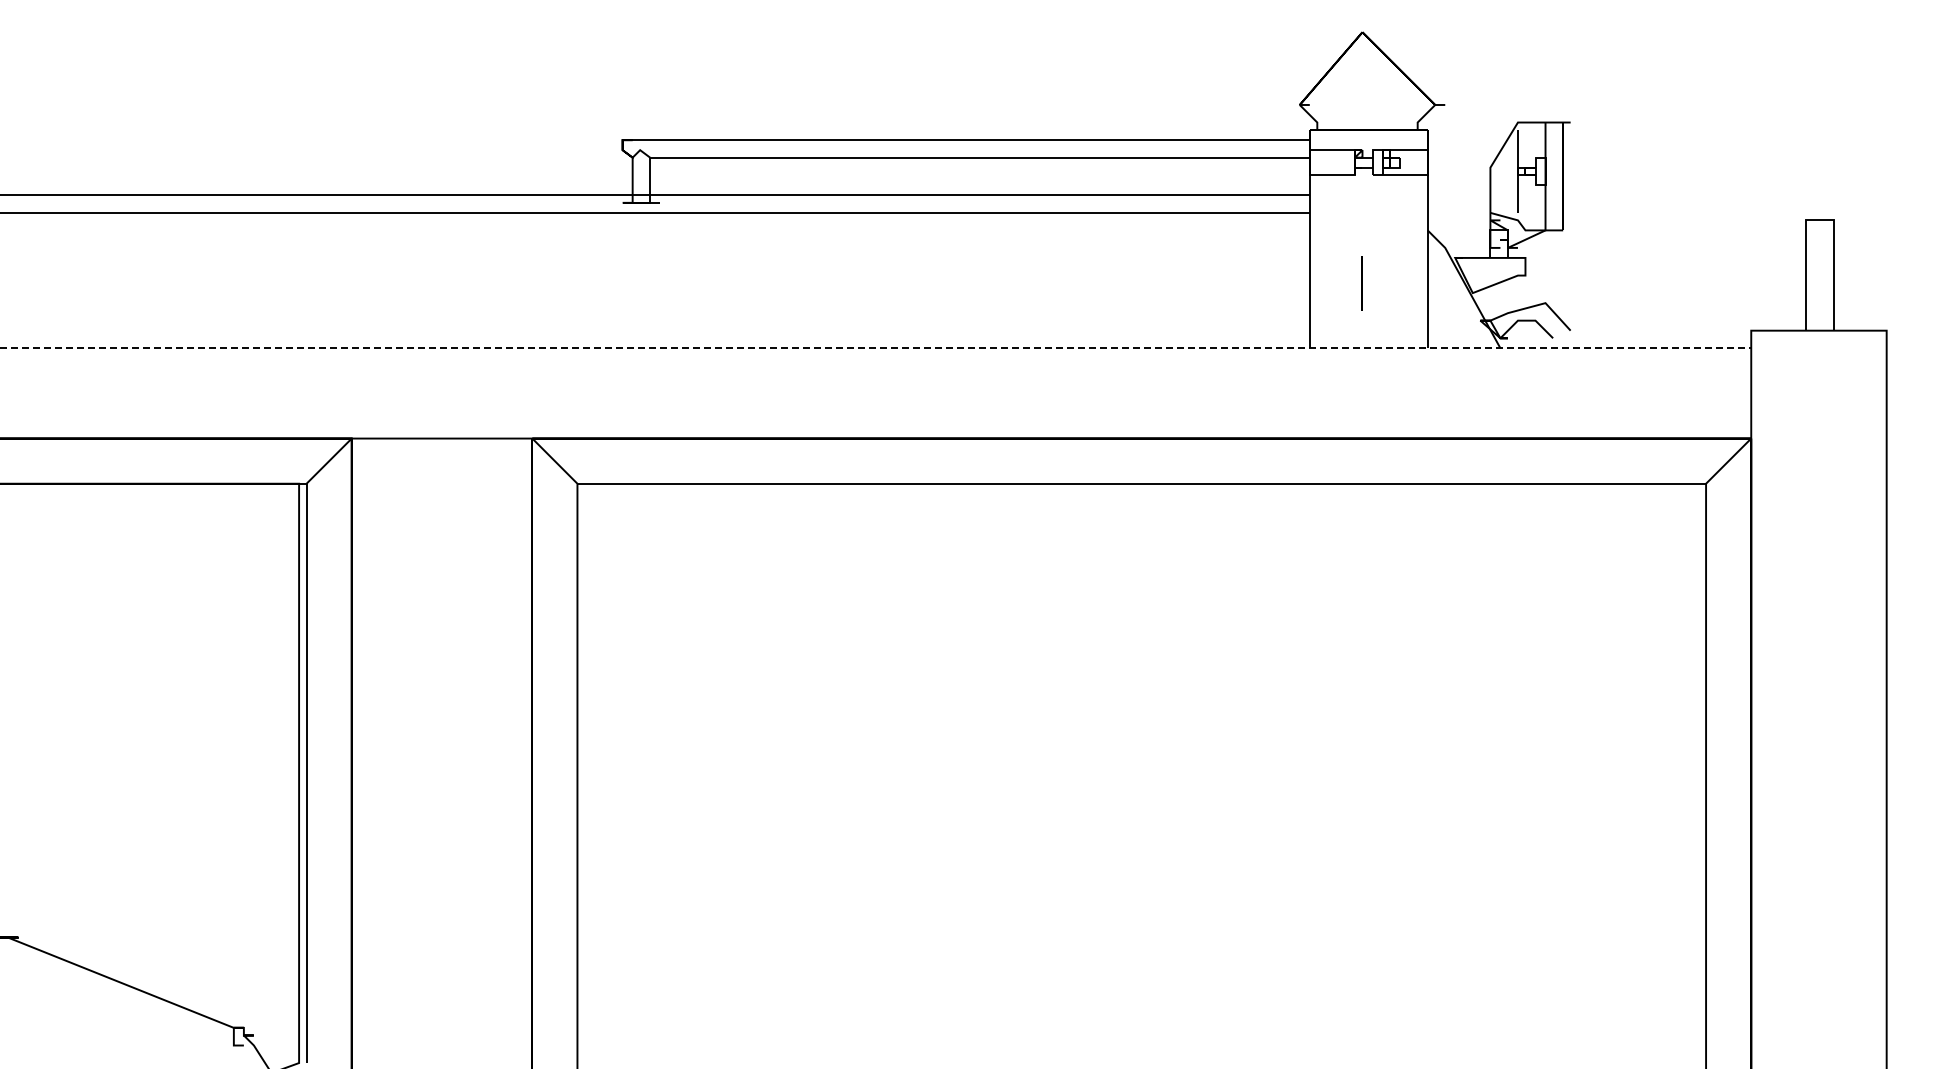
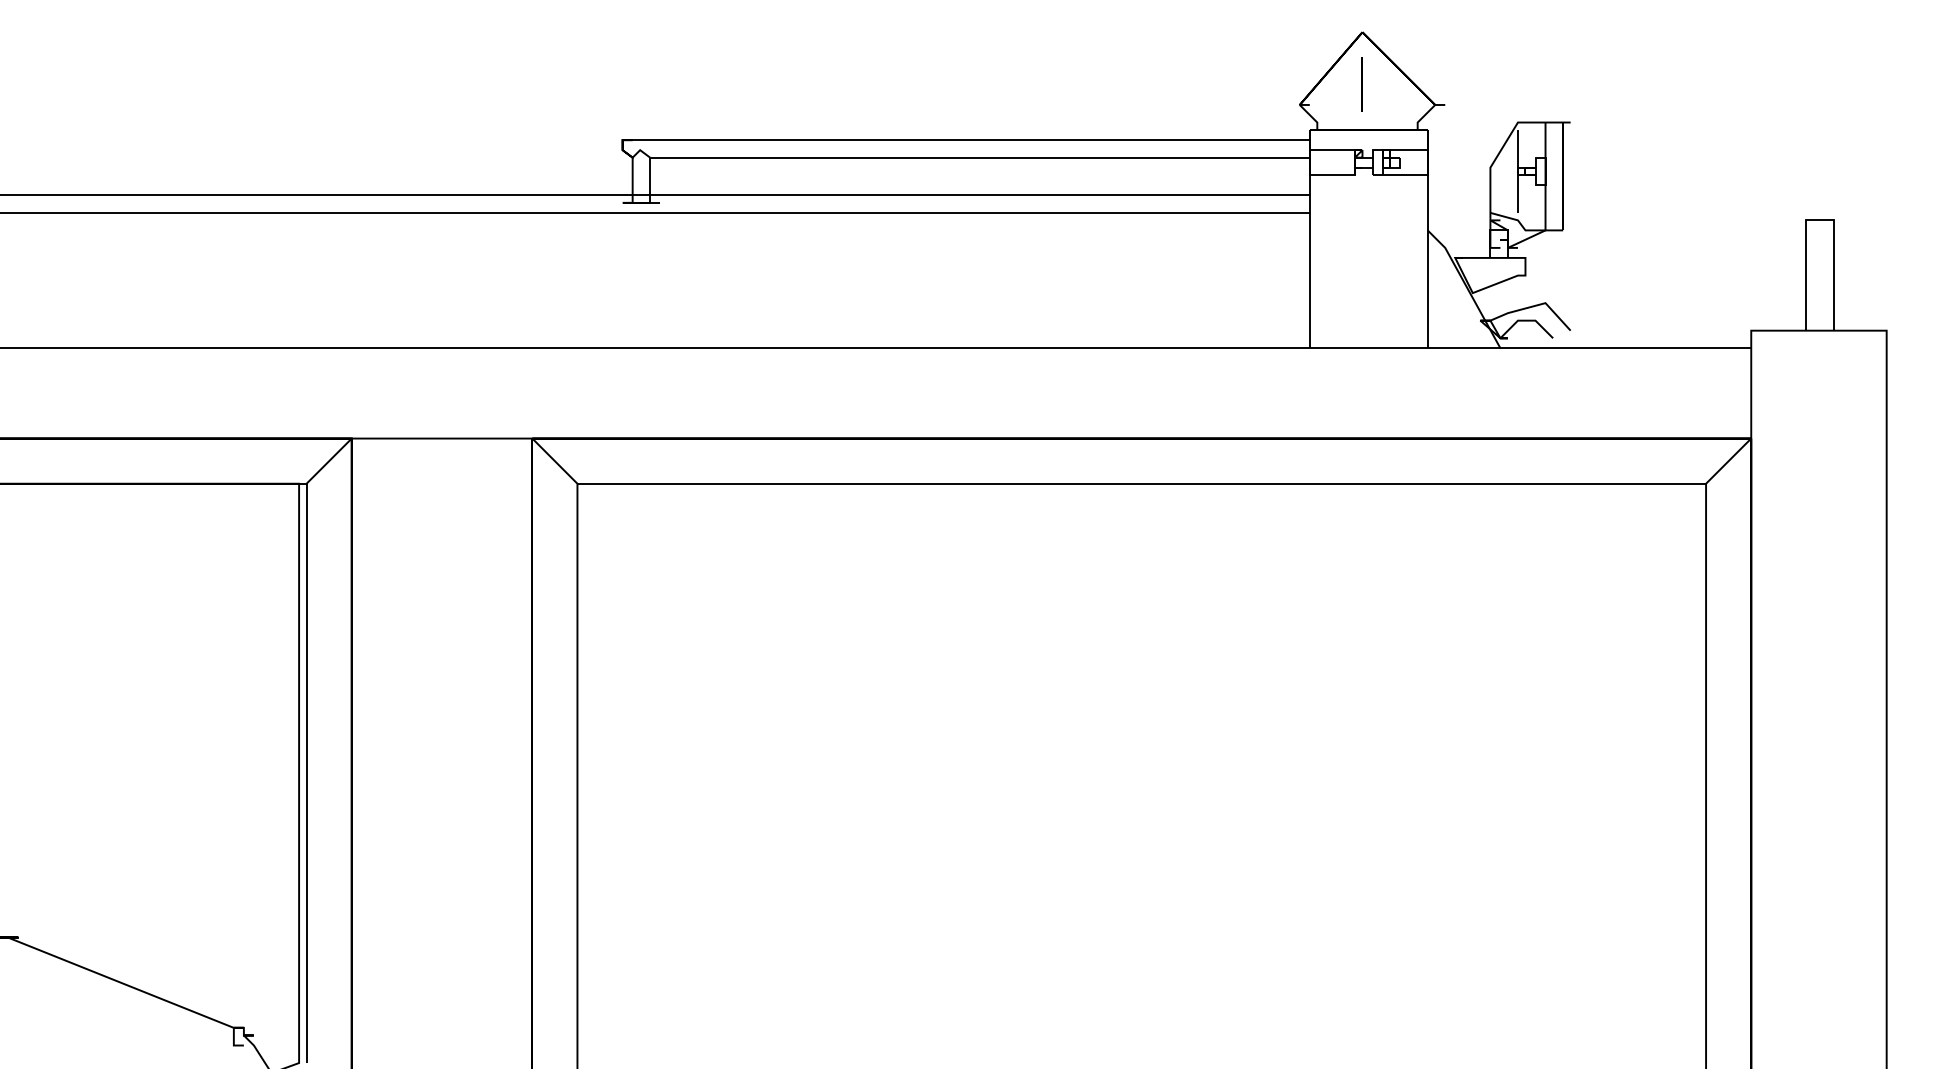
line at (1361, 283) position: (1361, 283) -> (1361, 84)
line at (876, 348): dashed -> solid
